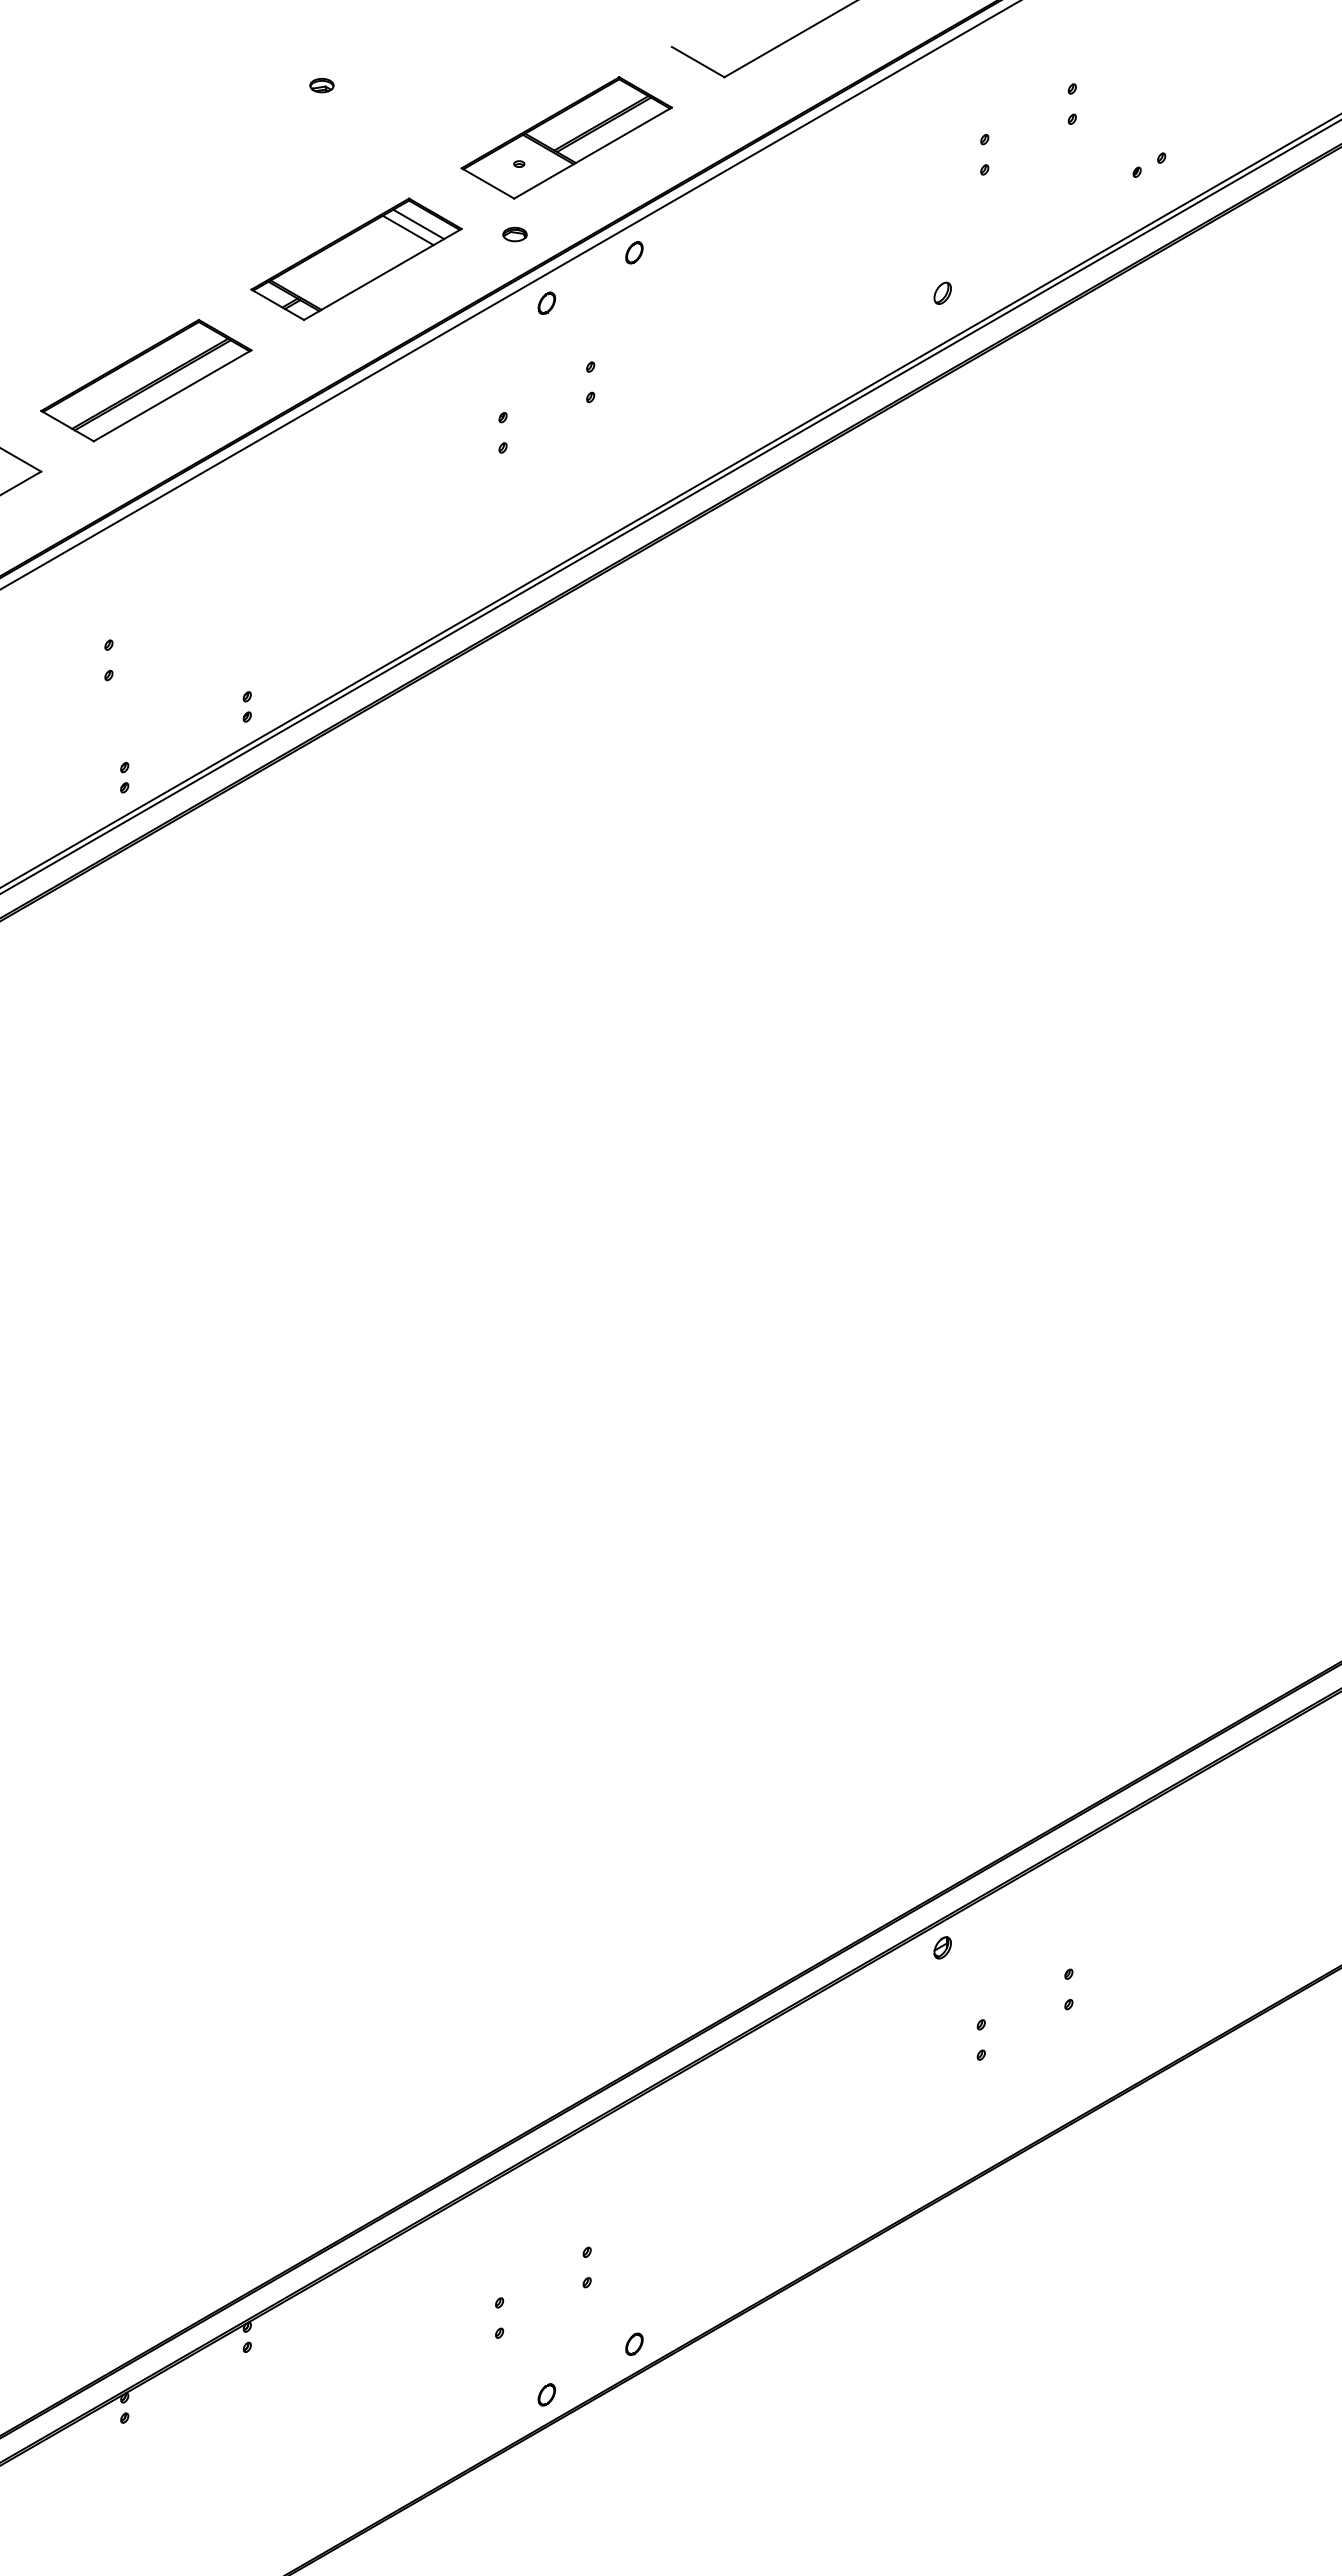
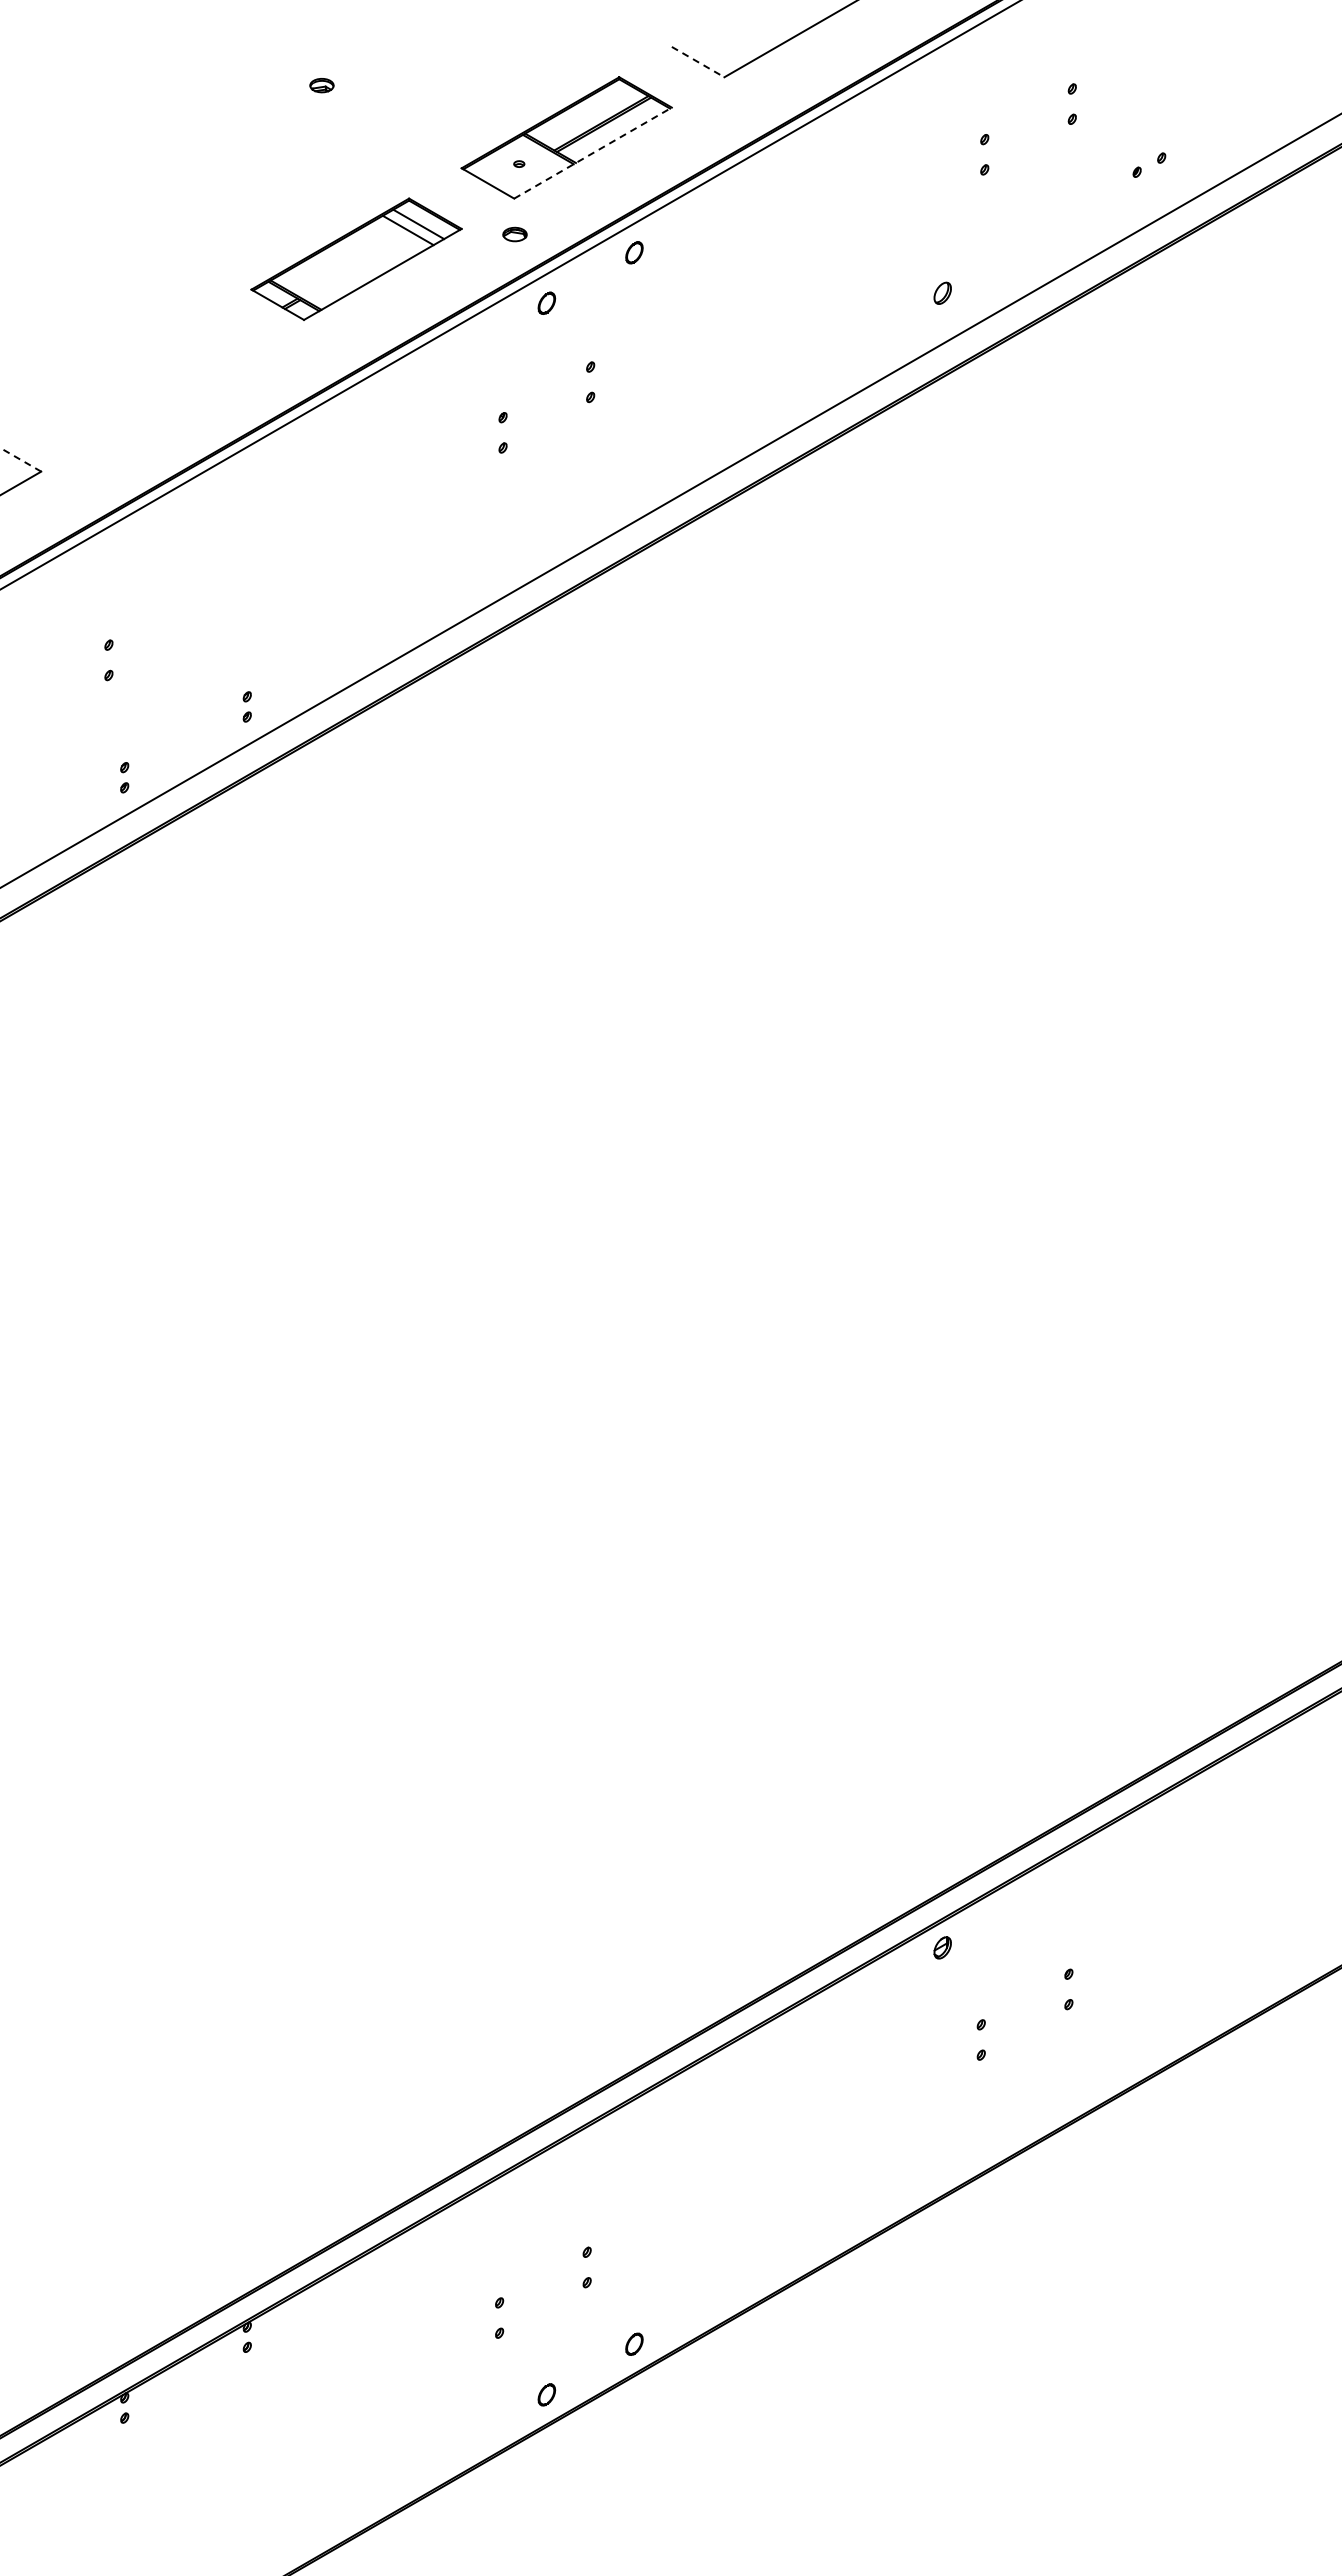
line at (698, 62): solid -> dashed
line at (593, 152): solid -> dashed
part at (146, 380): present -> none
line at (20, 459): solid -> dashed
line at (670, 506): present -> none
